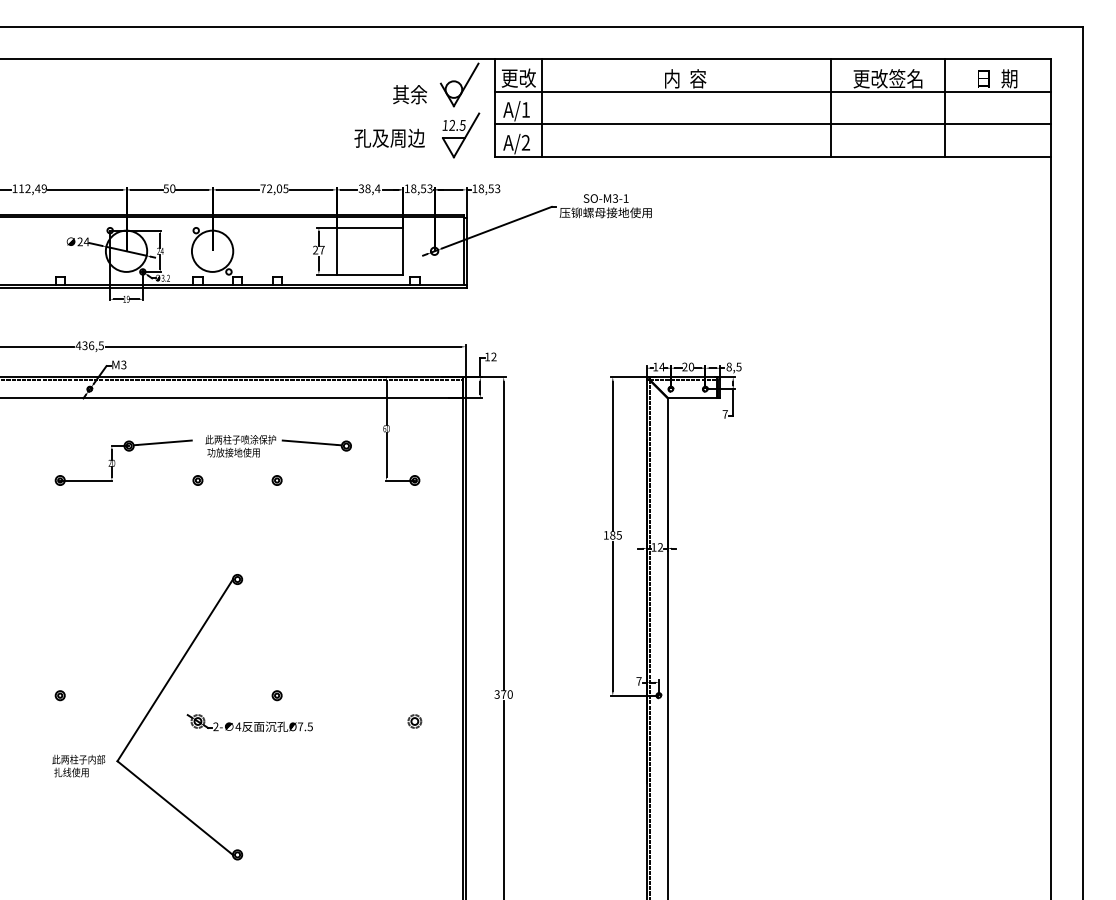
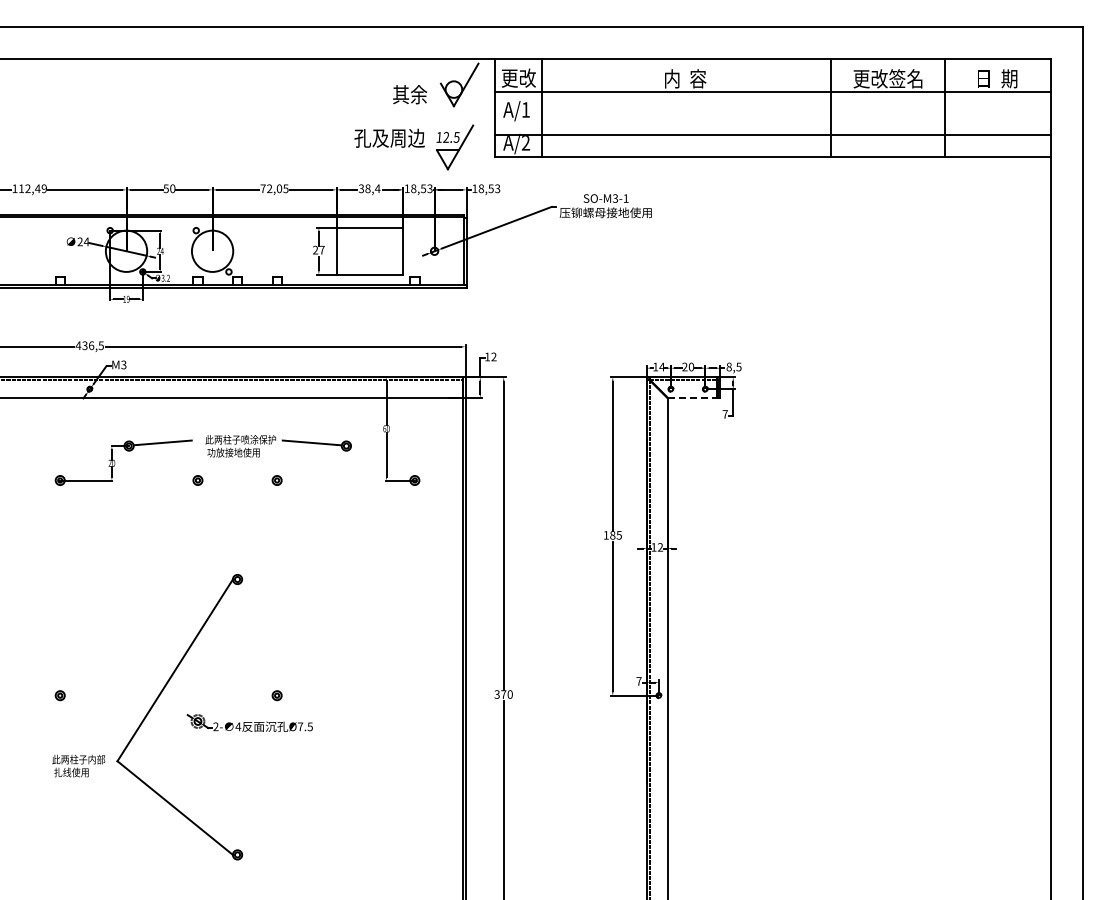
line at (773, 124) position: (773, 124) -> (773, 135)
part at (461, 135) position: (461, 135) -> (455, 147)
line at (692, 397): solid -> dashed
part at (414, 721): present -> none
